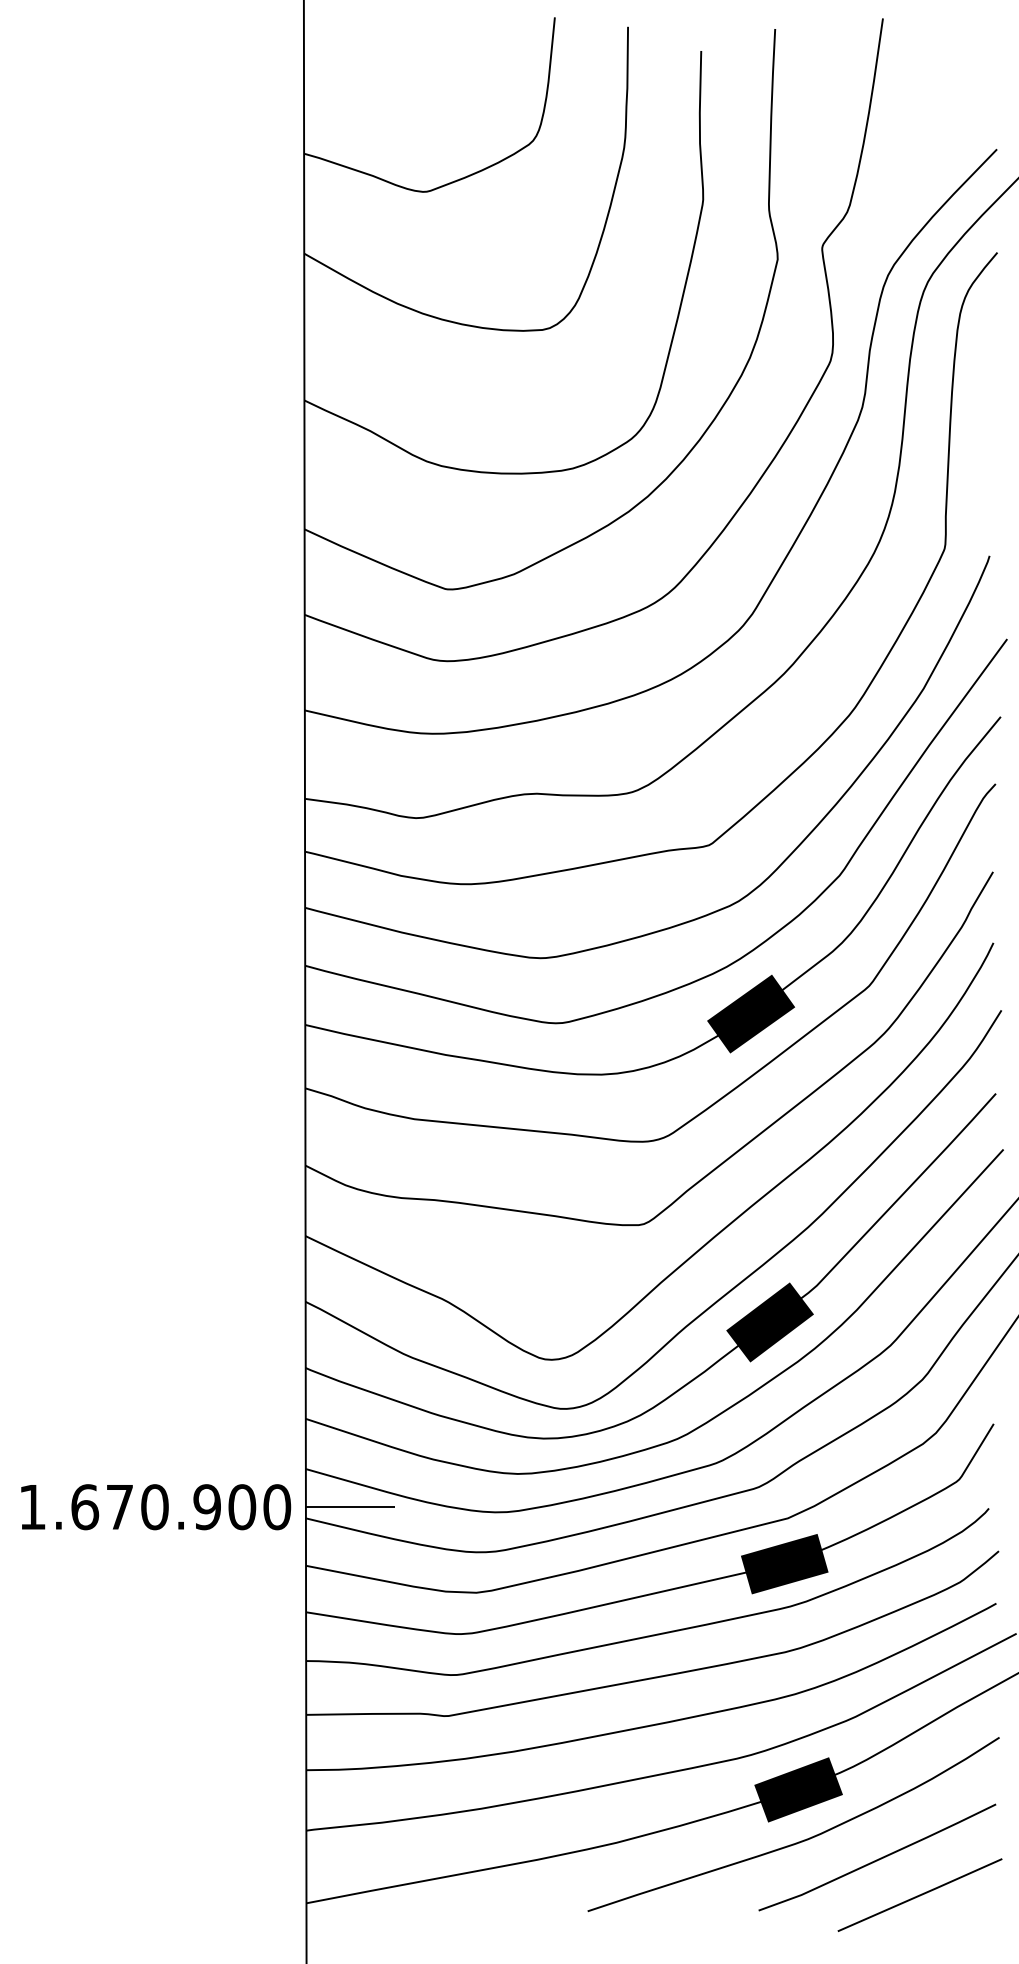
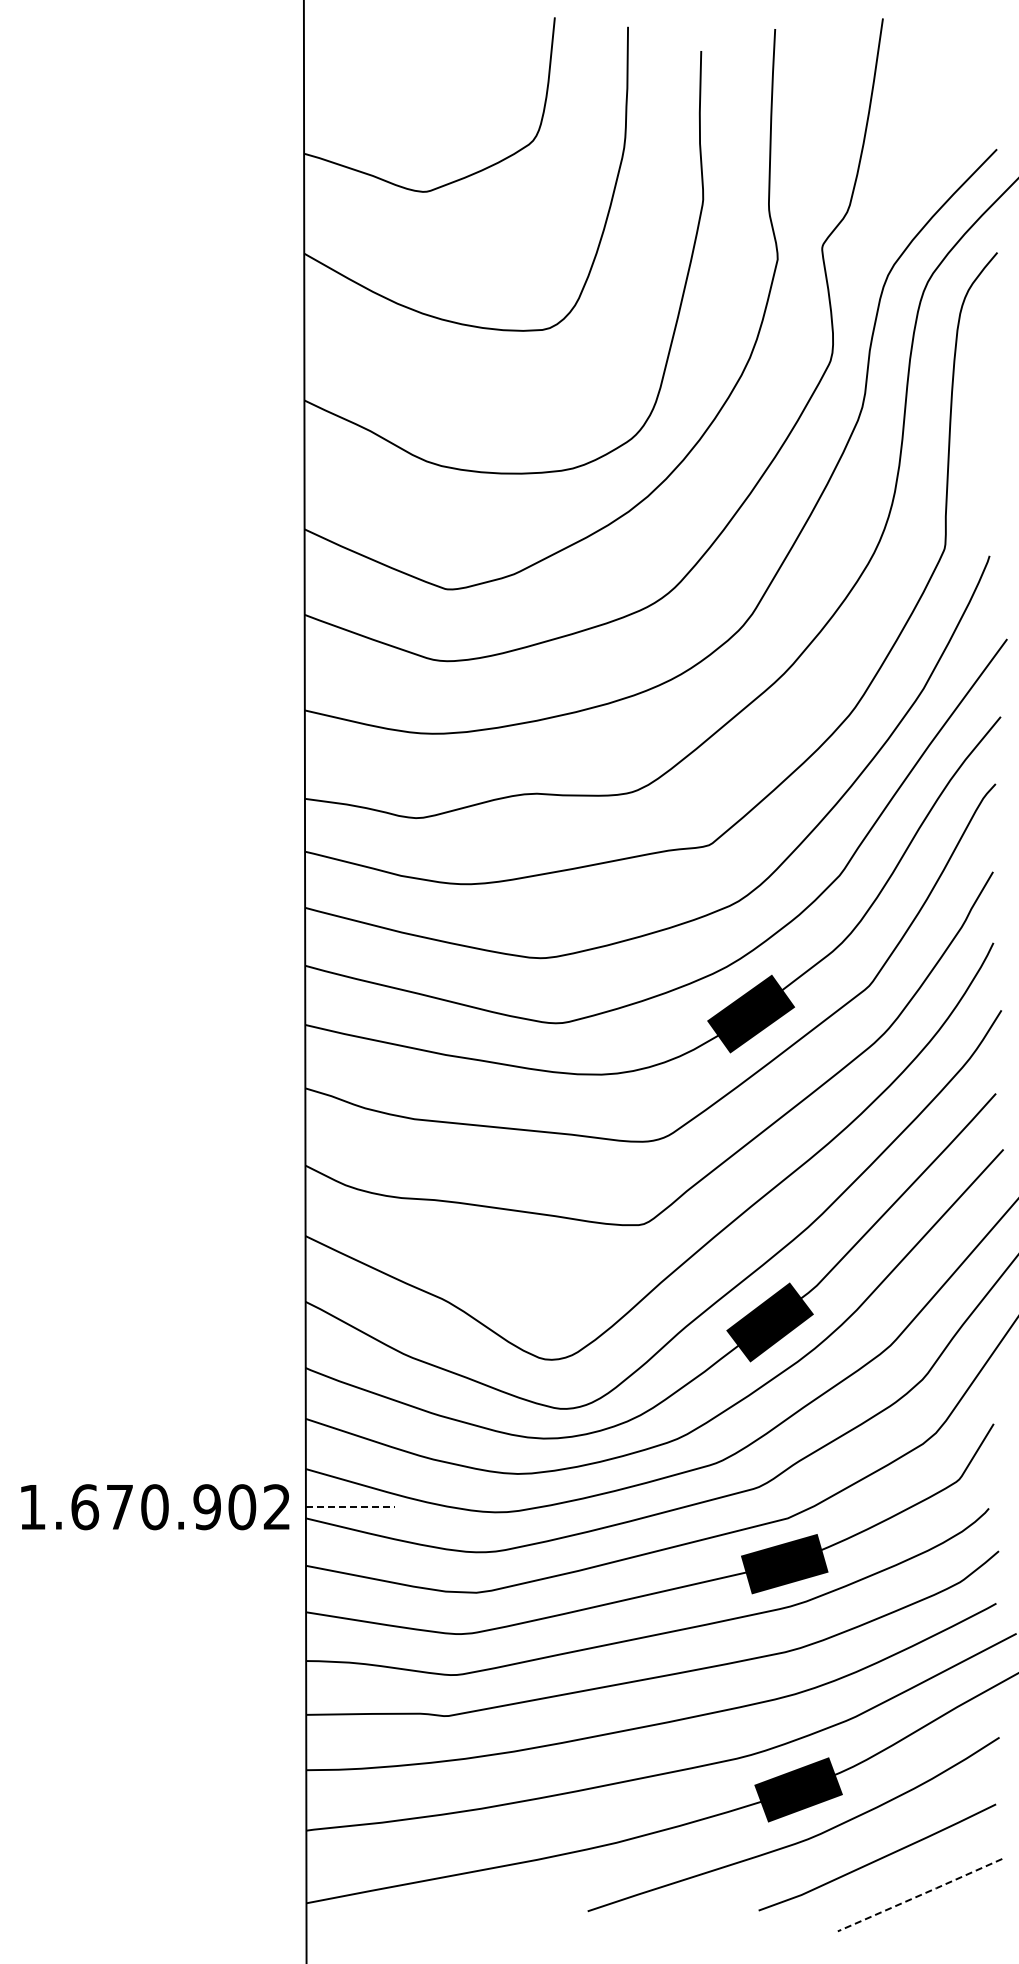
text at (277, 1507): 1.670.900 -> 1.670.902
line at (350, 1507): solid -> dashed
line at (920, 1895): solid -> dashed
